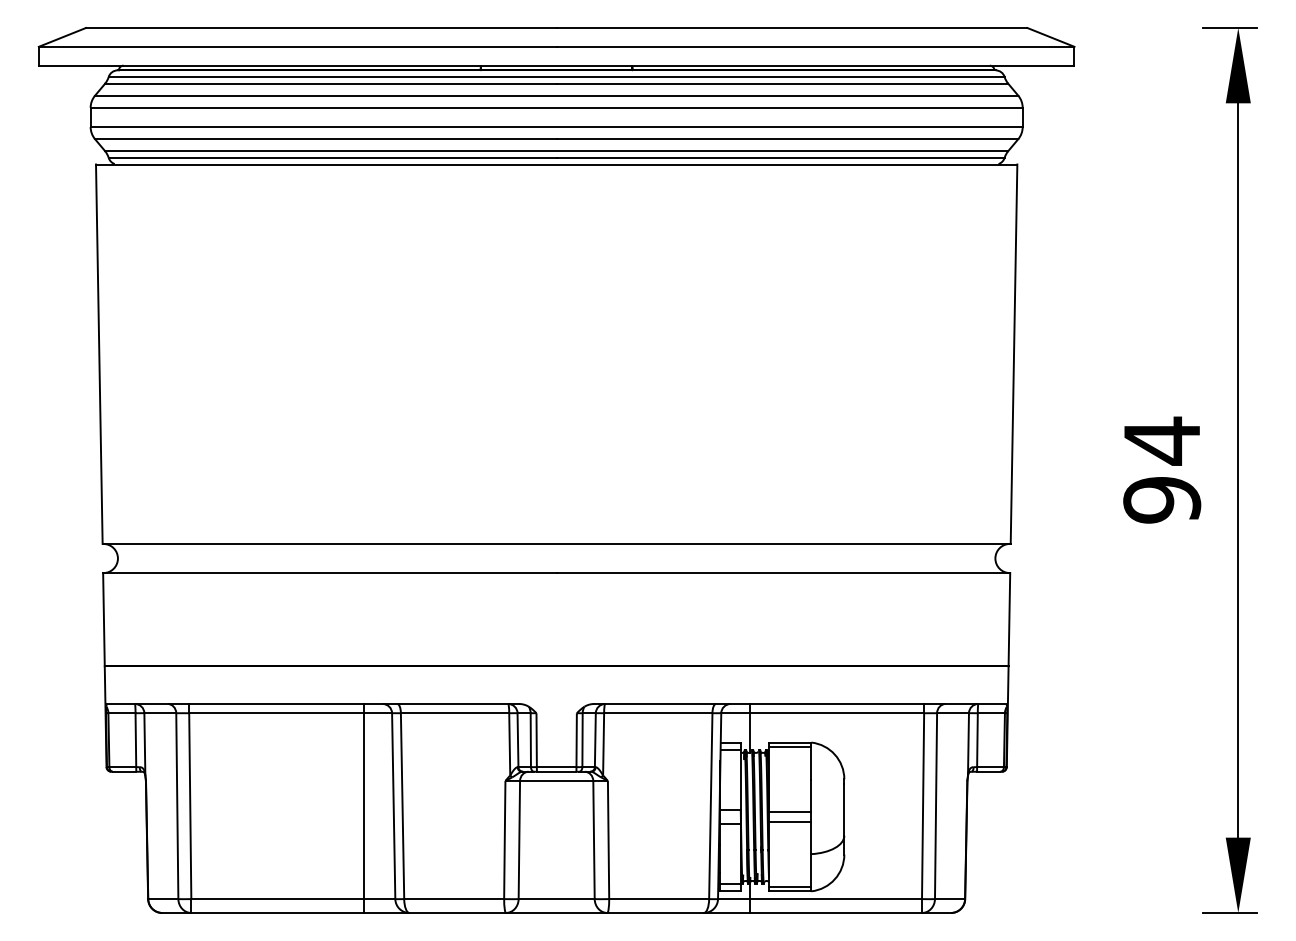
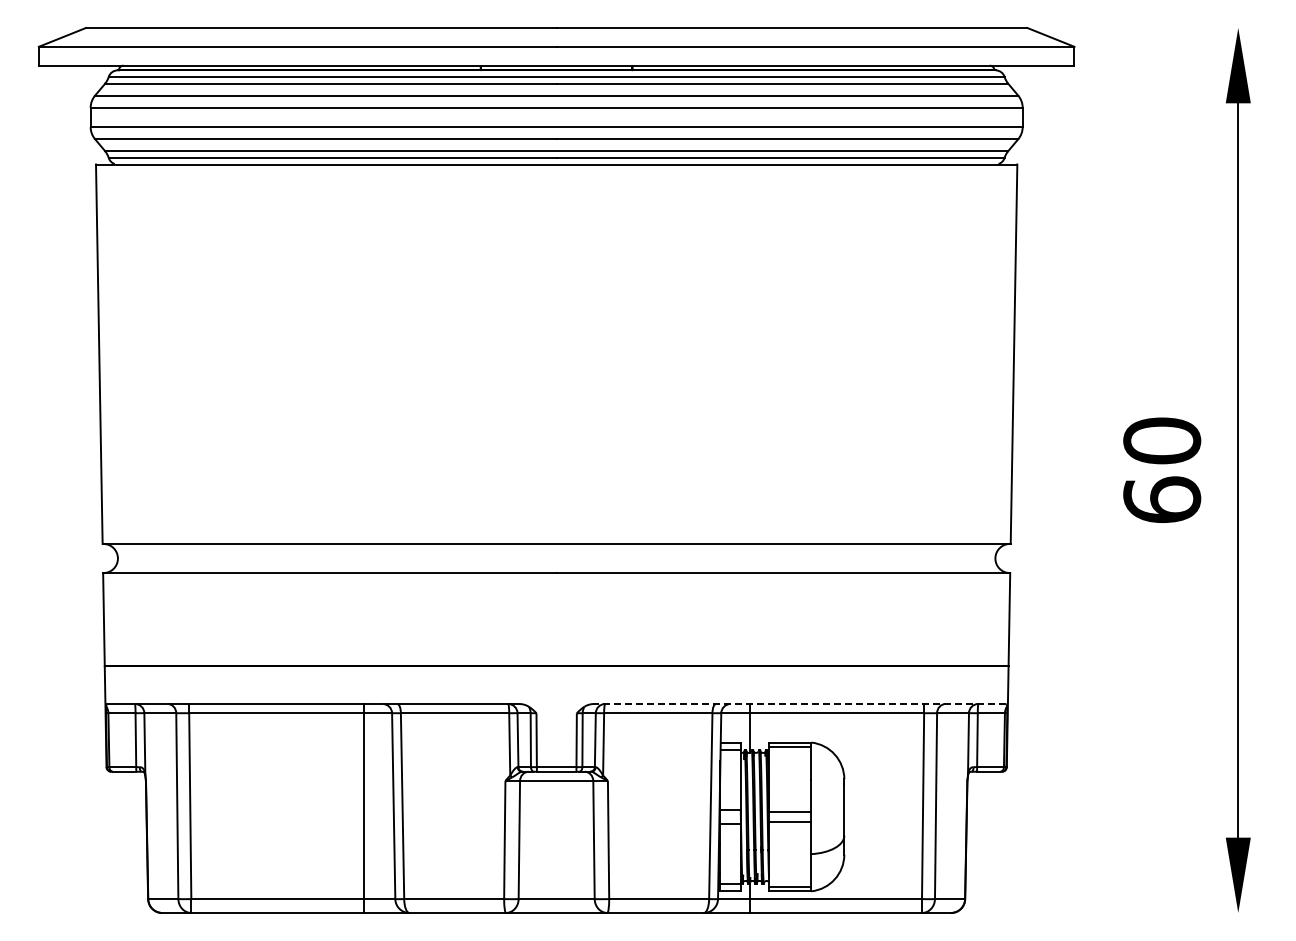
line at (1229, 28): present -> none
text at (1162, 469): 94 -> 60
line at (800, 703): solid -> dashed
line at (1229, 912): present -> none
